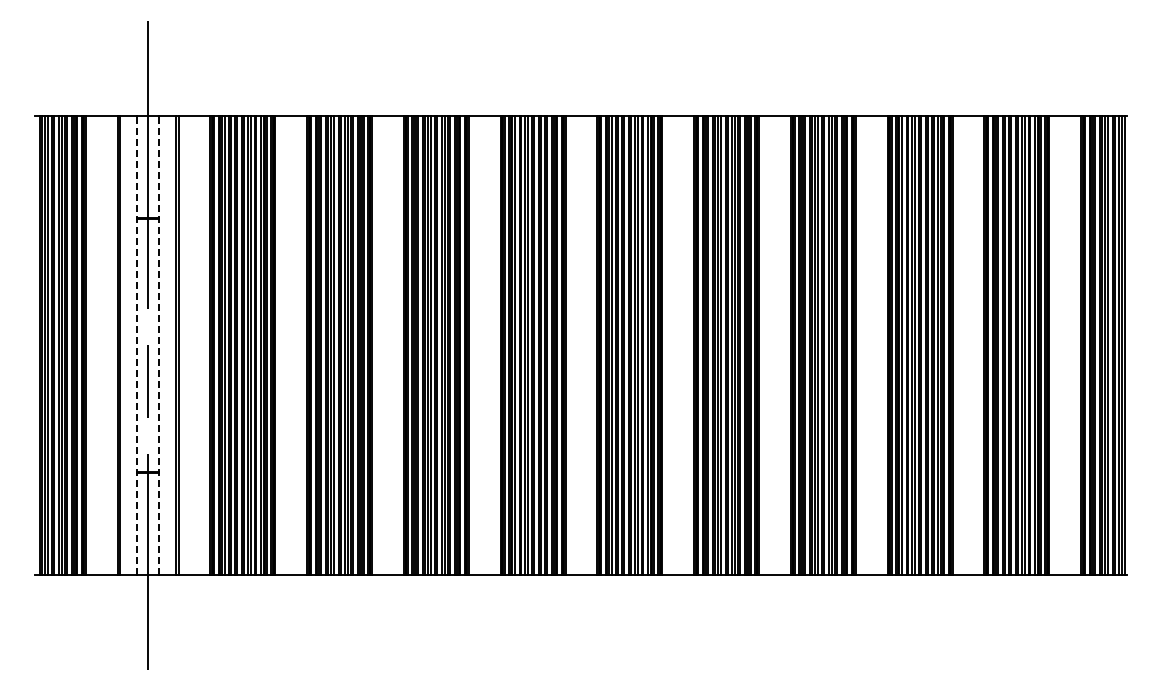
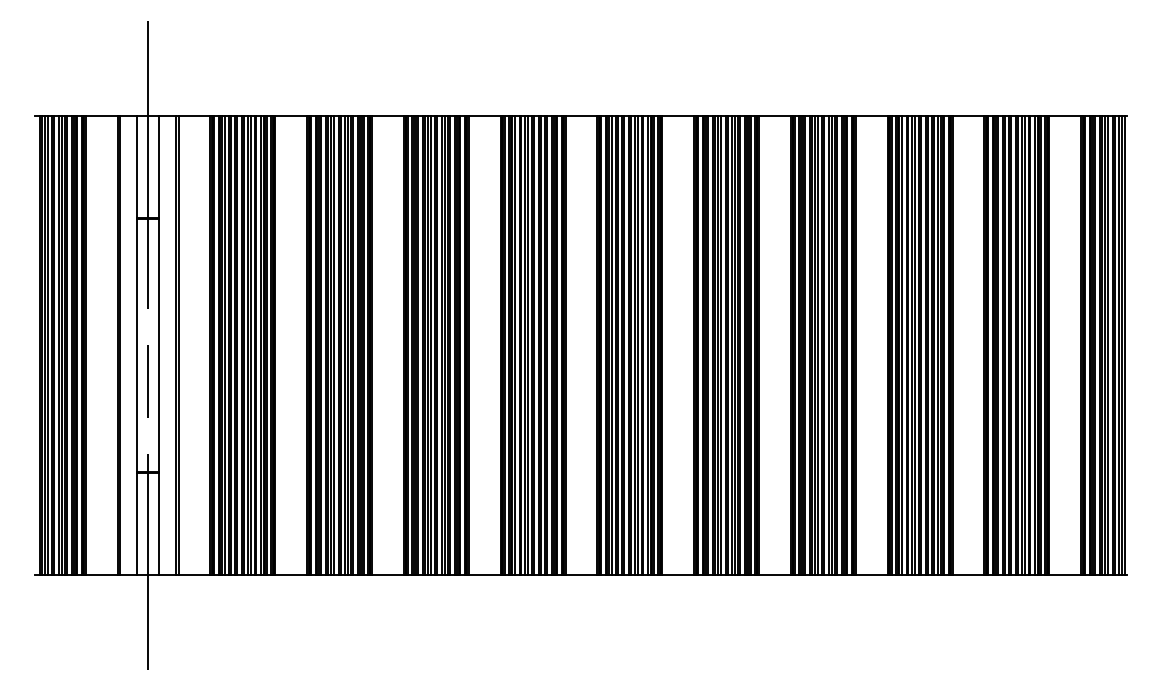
line at (137, 345): dashed -> solid
line at (158, 345): dashed -> solid
